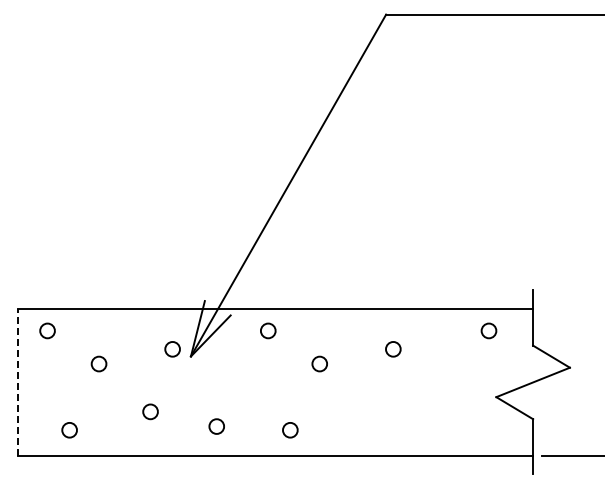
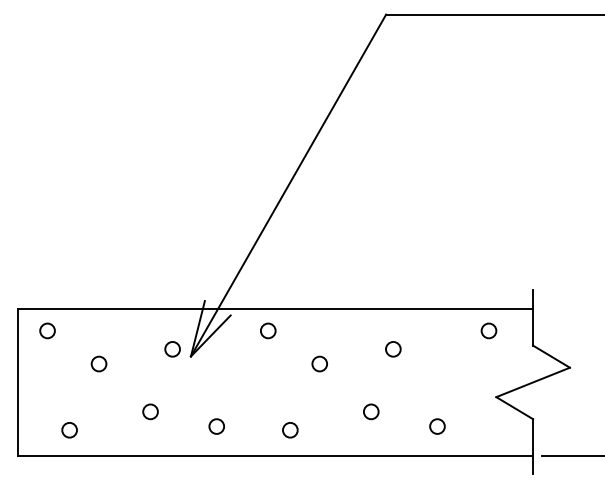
line at (18, 382): dashed -> solid
circle at (371, 411): none -> present
circle at (437, 426): none -> present
